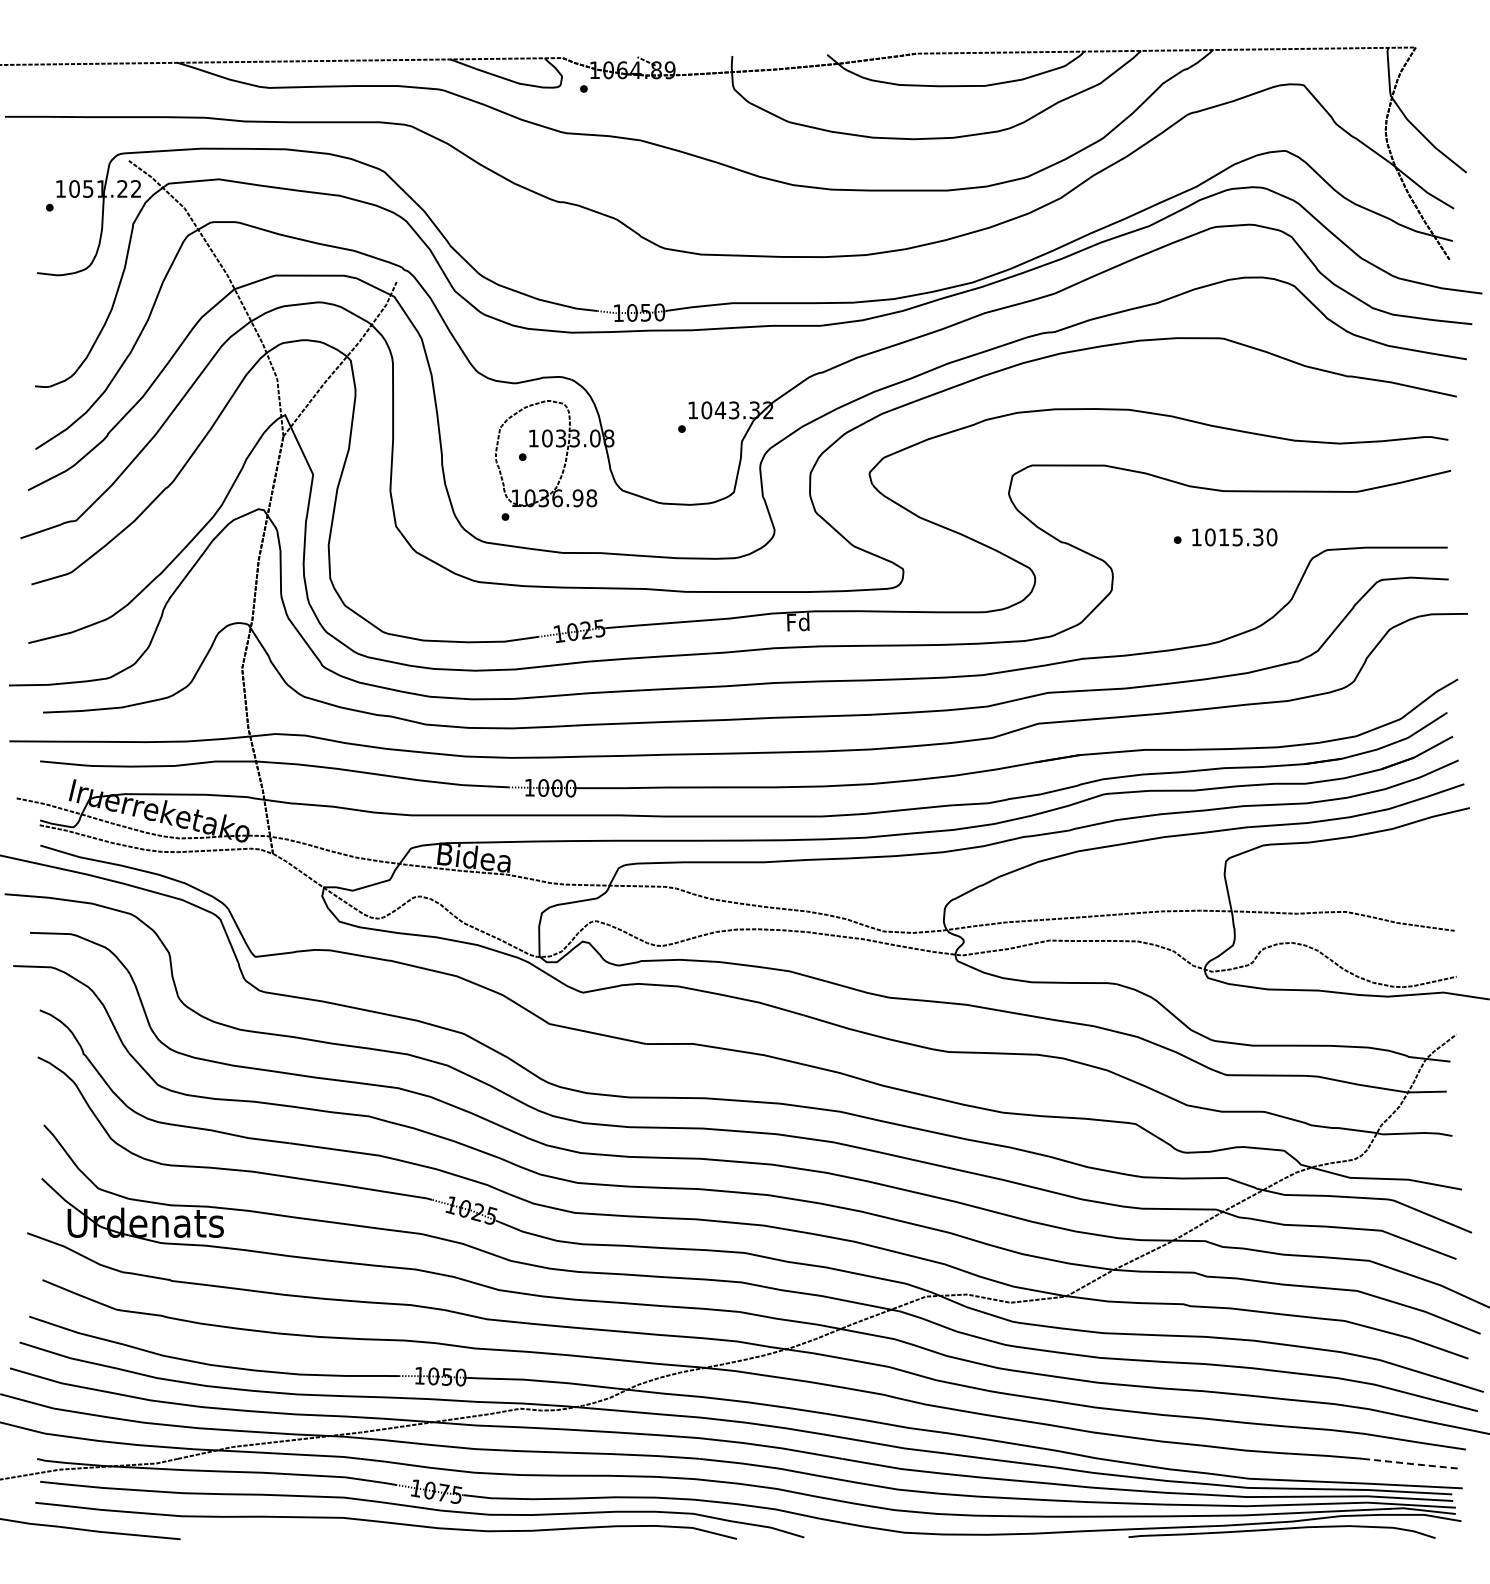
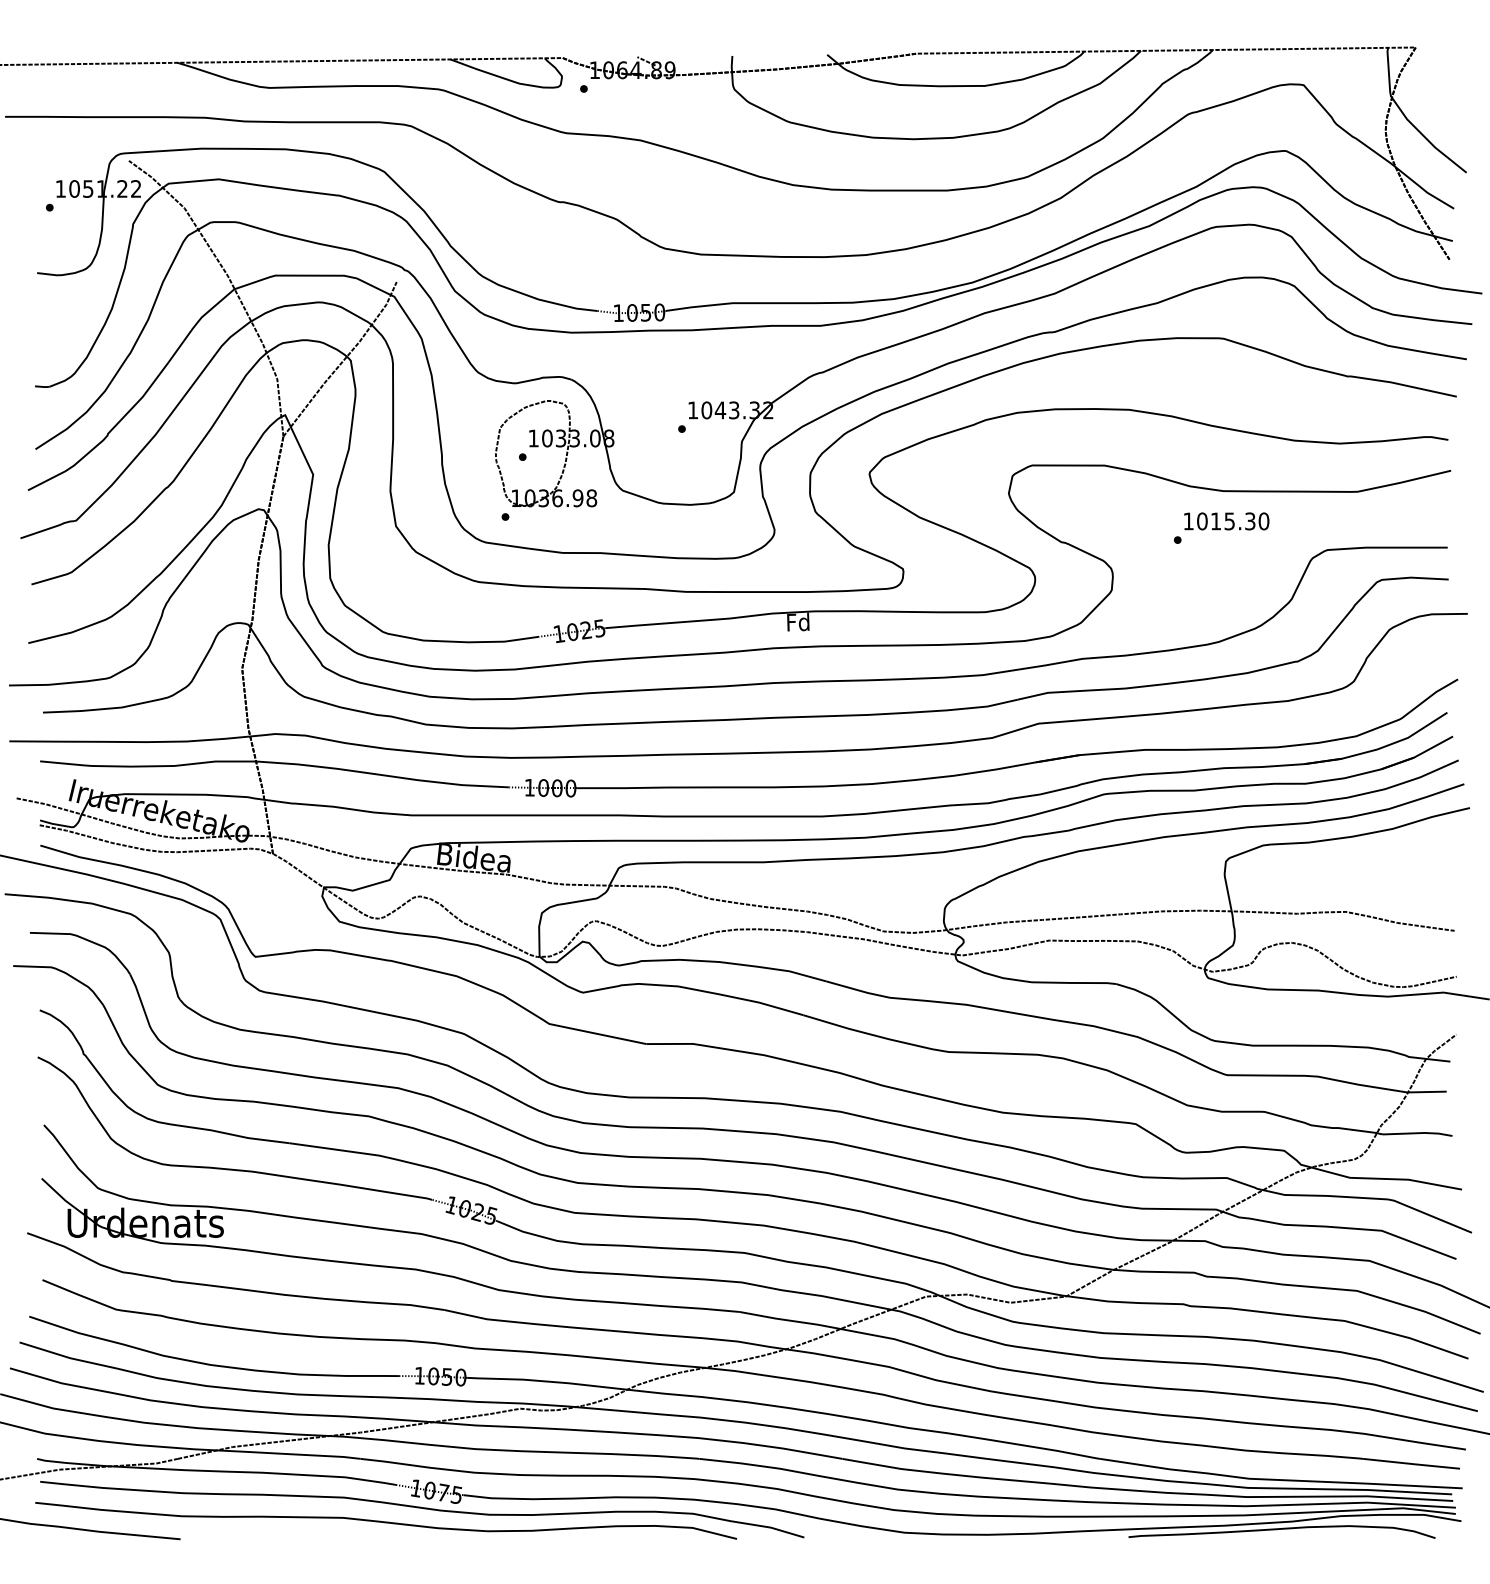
text at (1234, 537) position: (1234, 537) -> (1226, 521)
line at (1412, 1464): dashed -> solid
